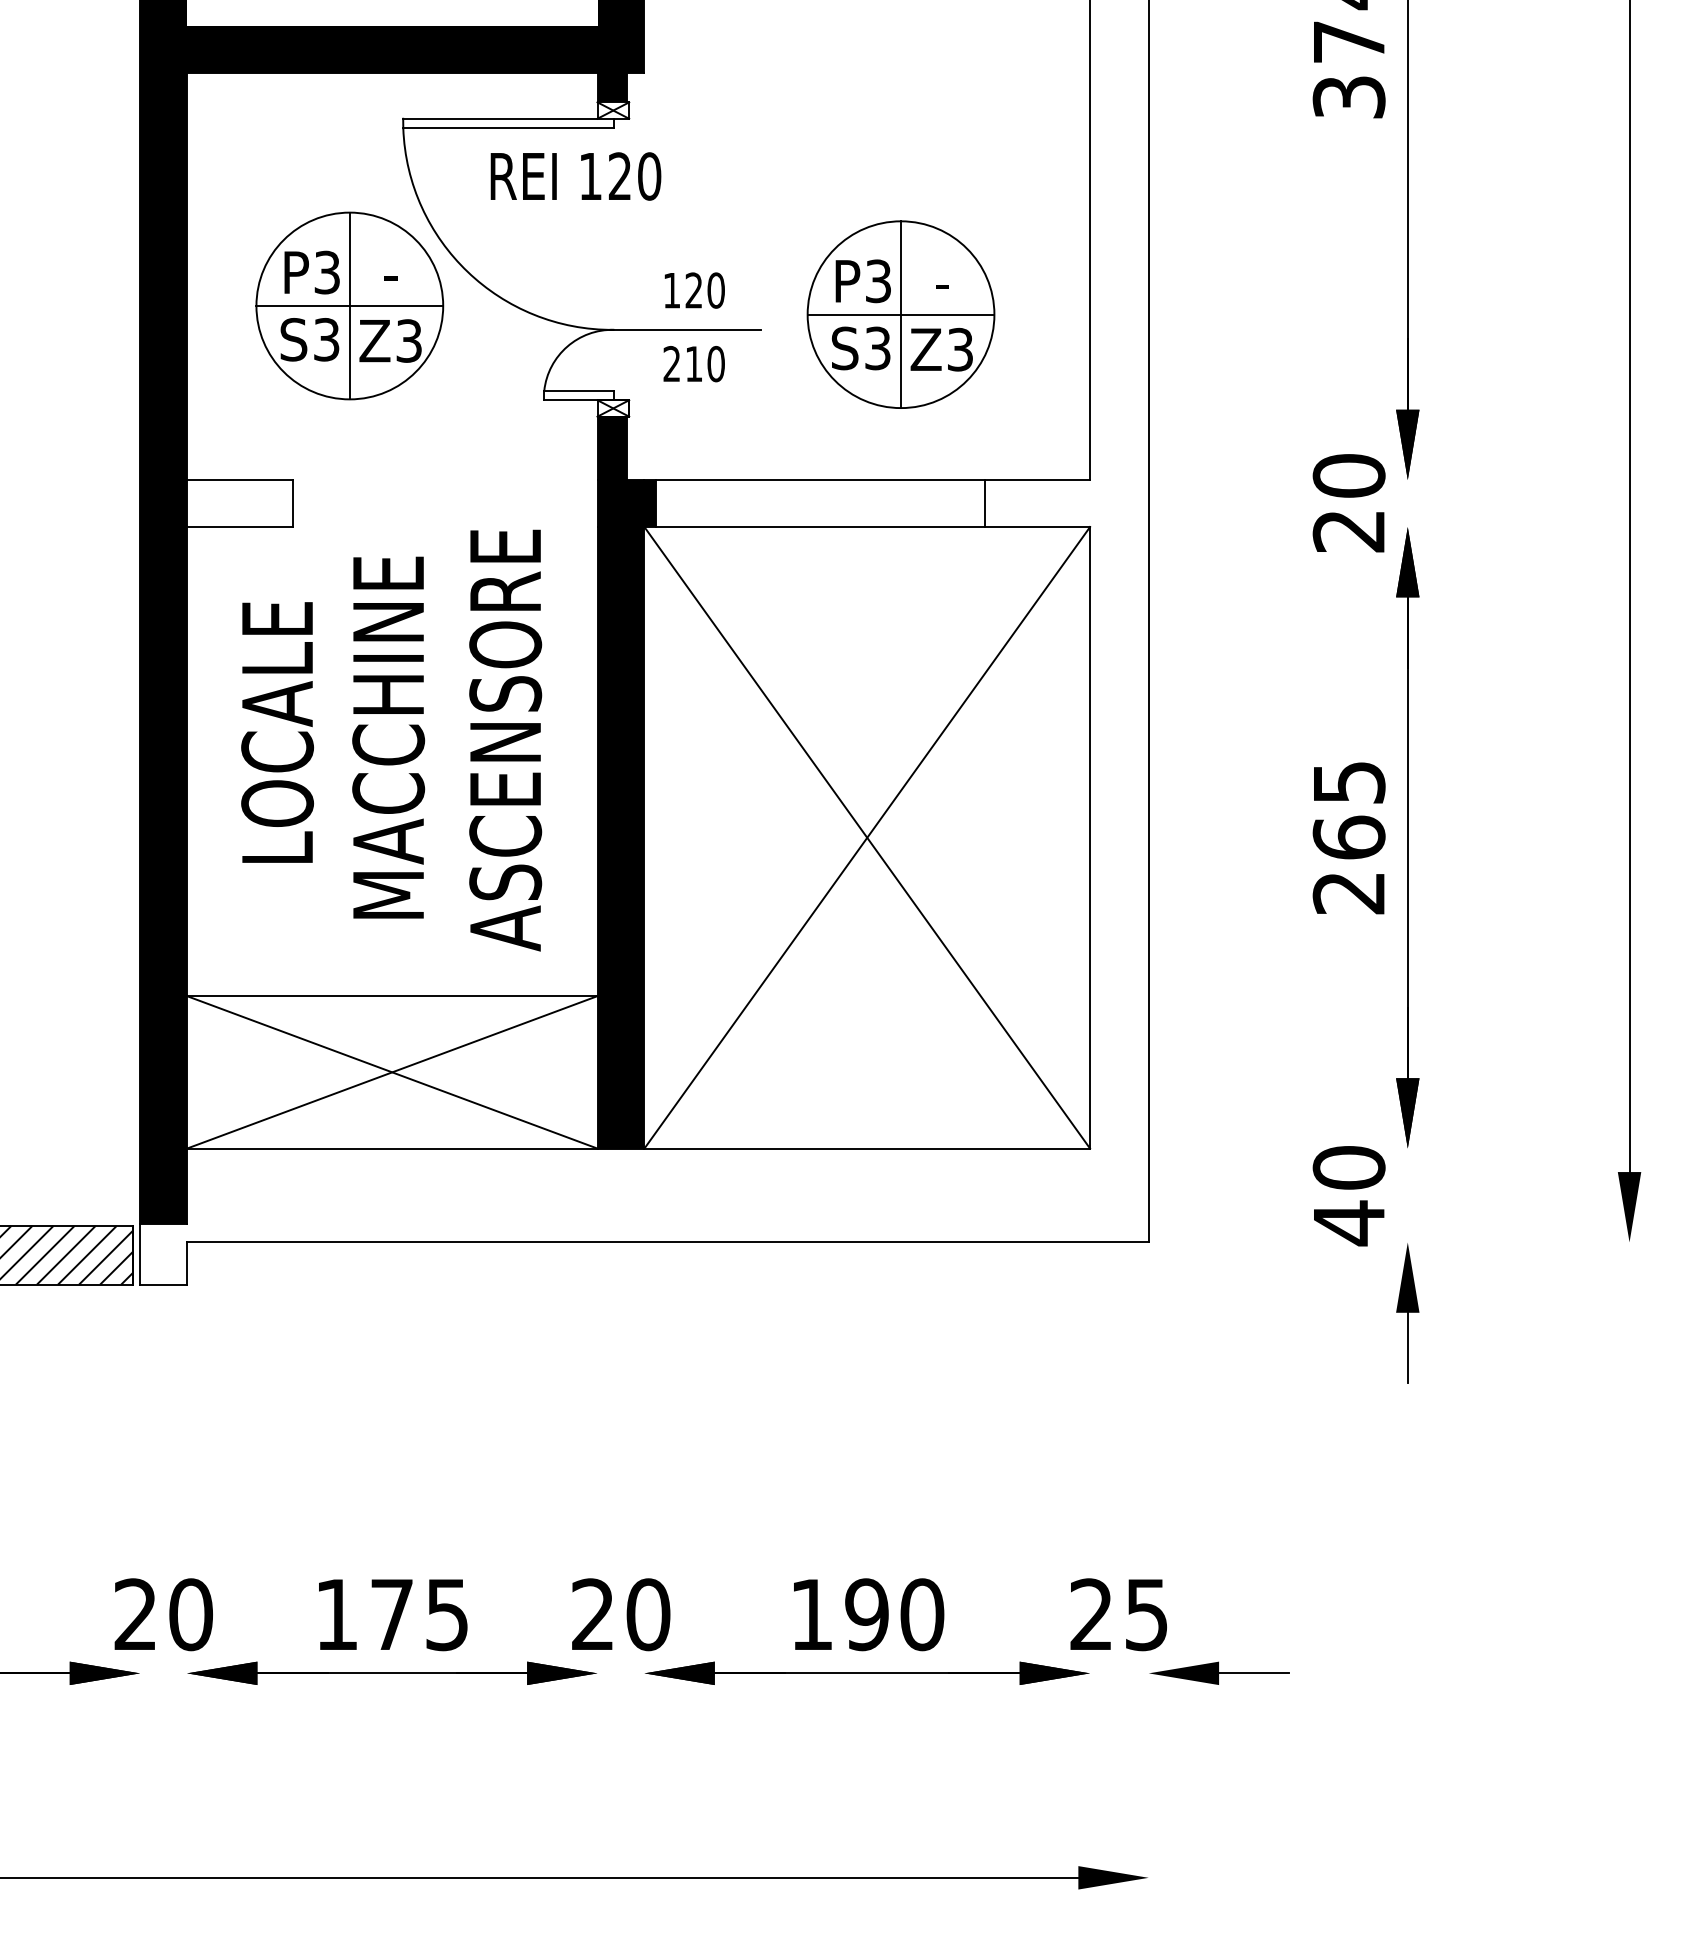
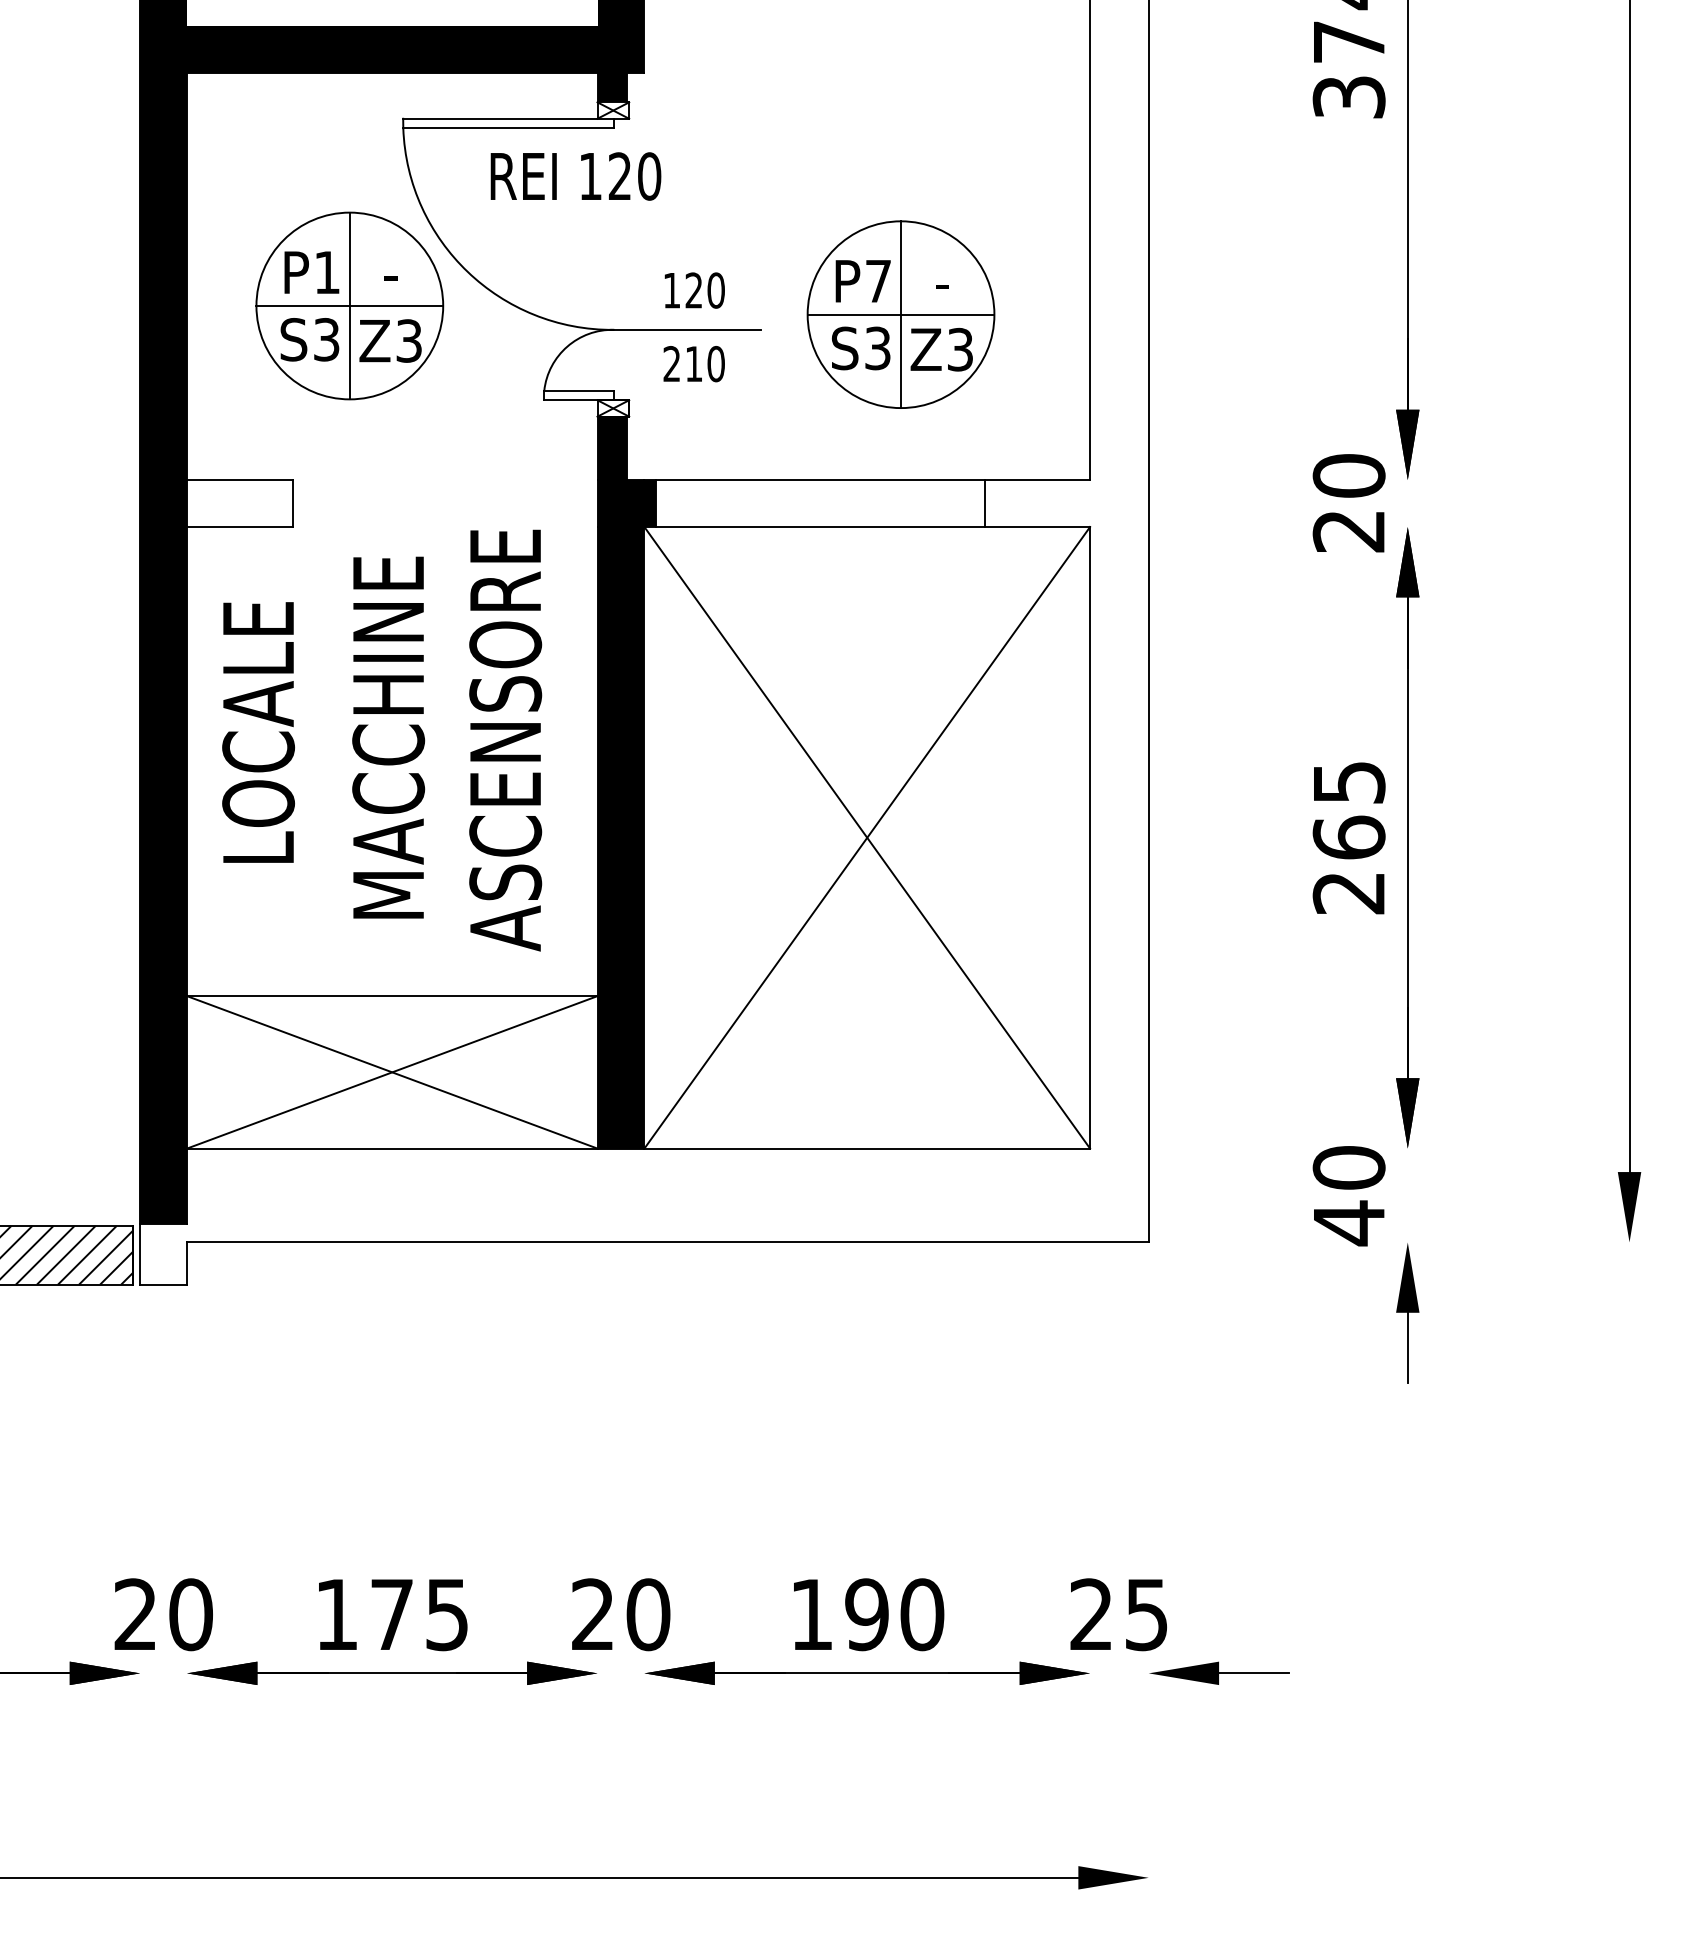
text at (326, 272): P3 -> P1
text at (878, 281): P3 -> P7
text at (277, 732) position: (277, 732) -> (258, 732)
